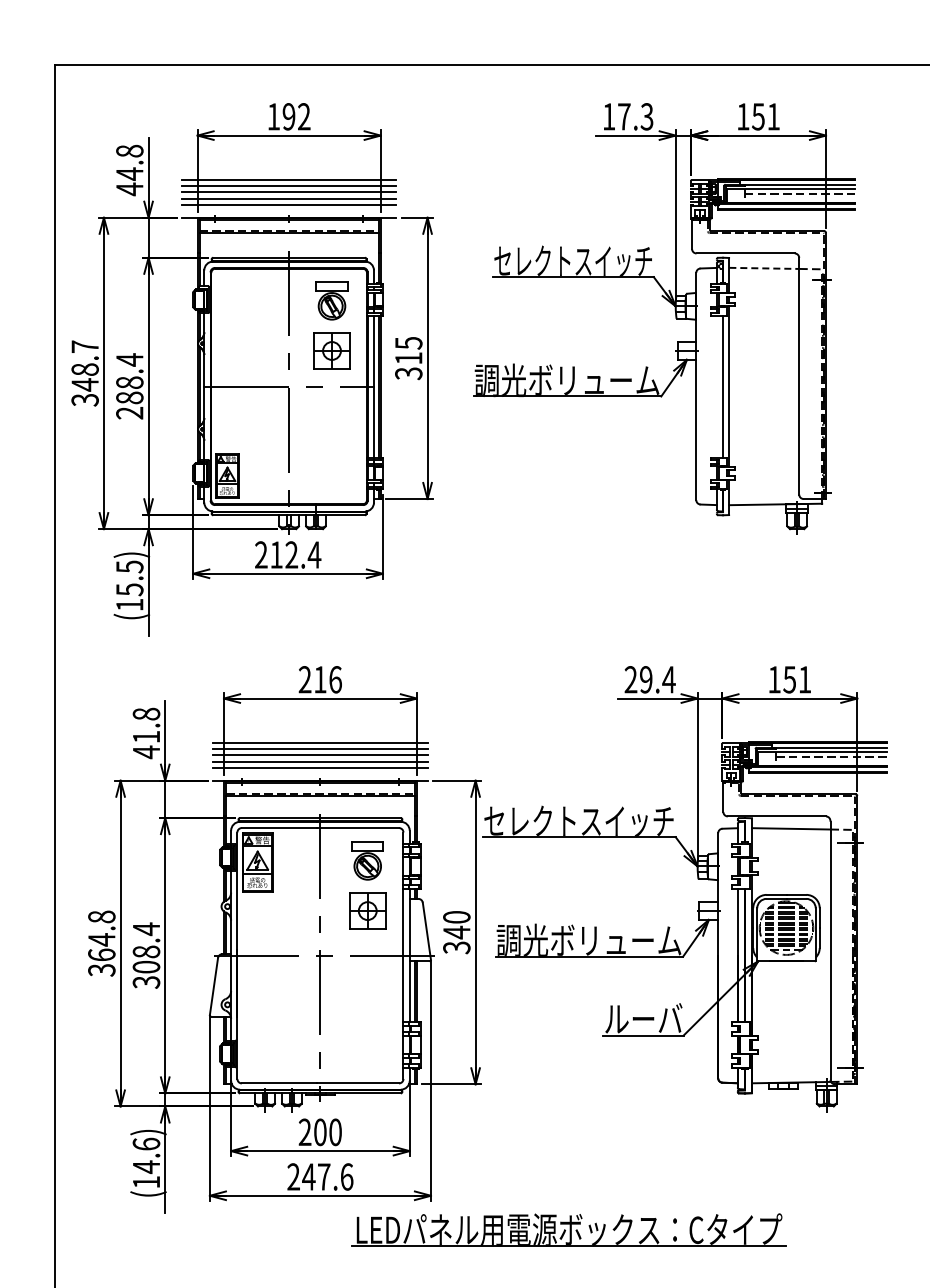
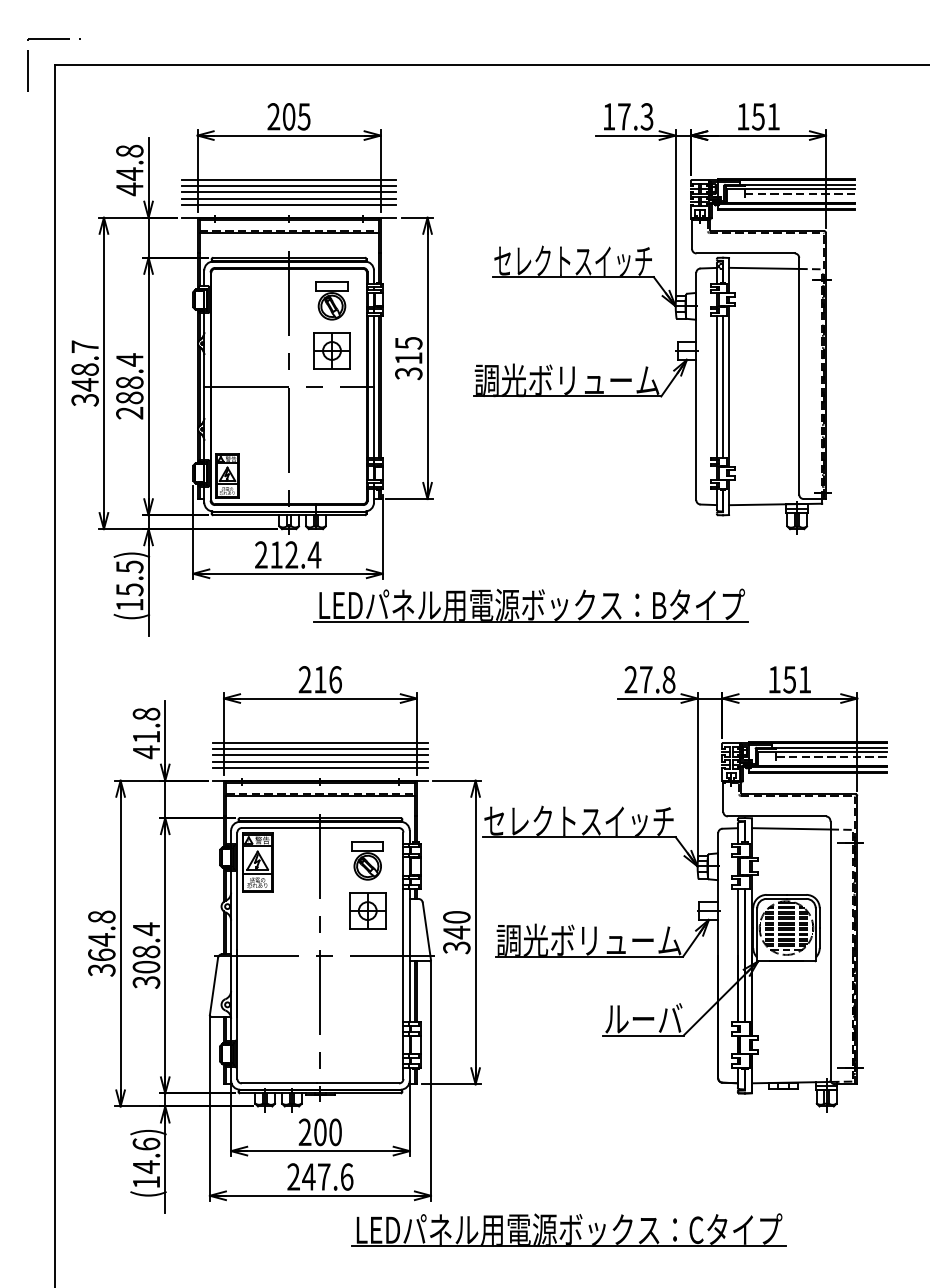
part at (53, 39): none -> present
text at (288, 116): 192 -> 205
line at (764, 268): dashed -> solid
line at (716, 386): none -> present
part at (530, 605): none -> present
text at (657, 679): 29.4 -> 27.8
